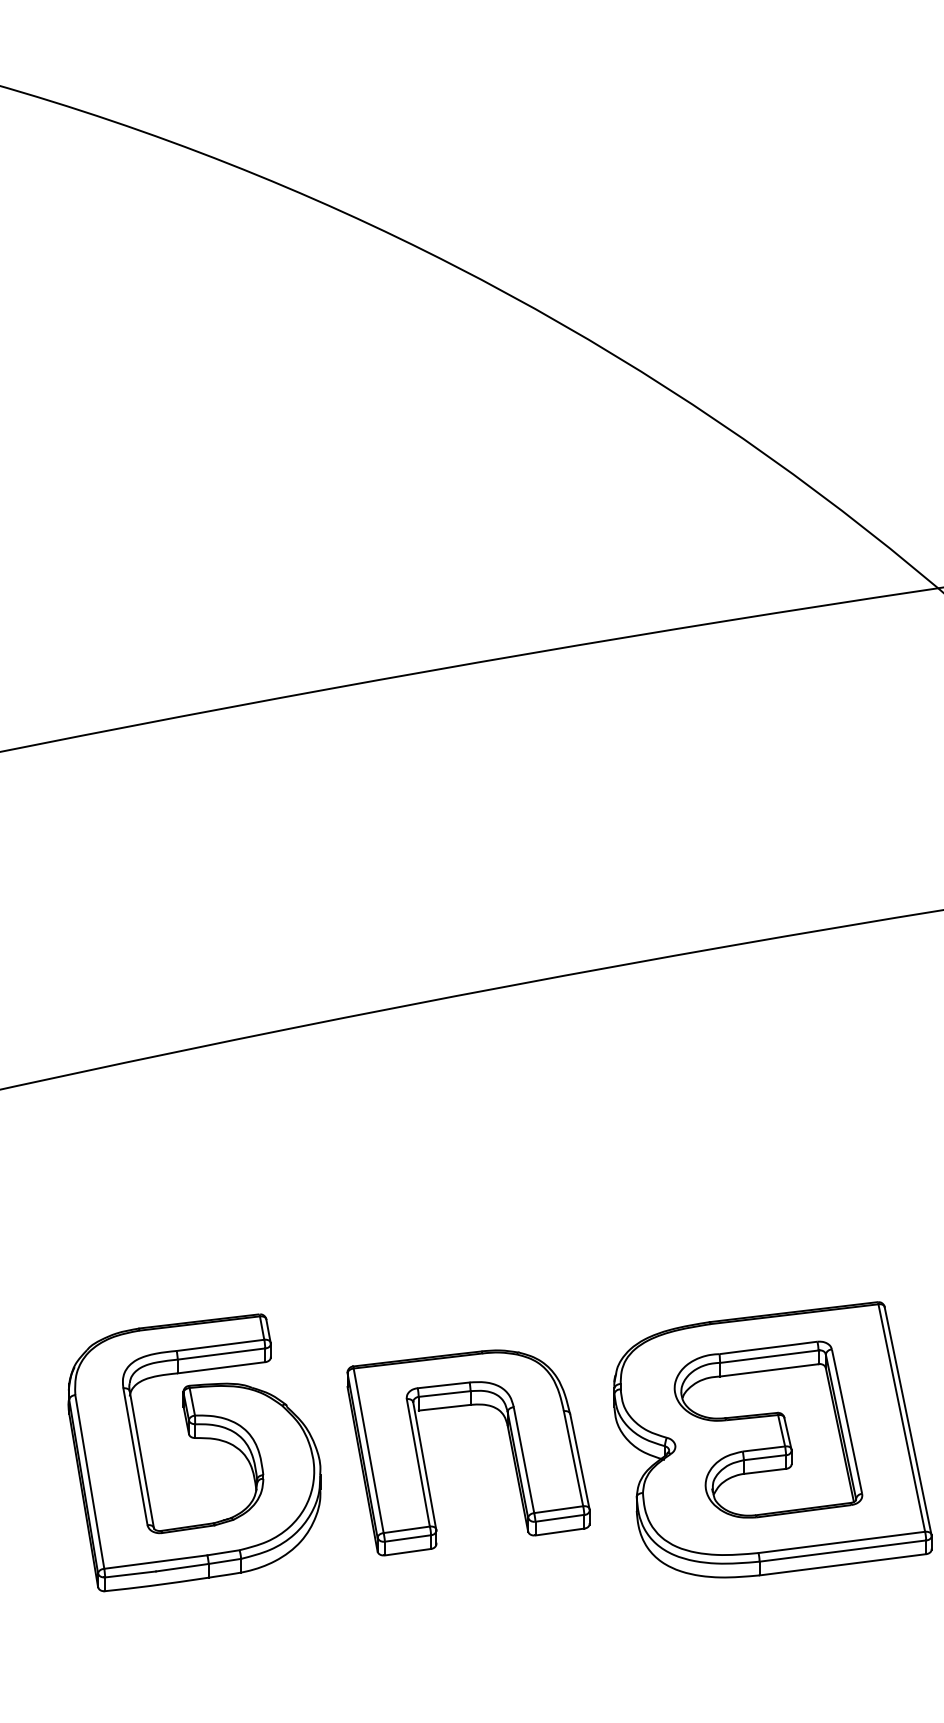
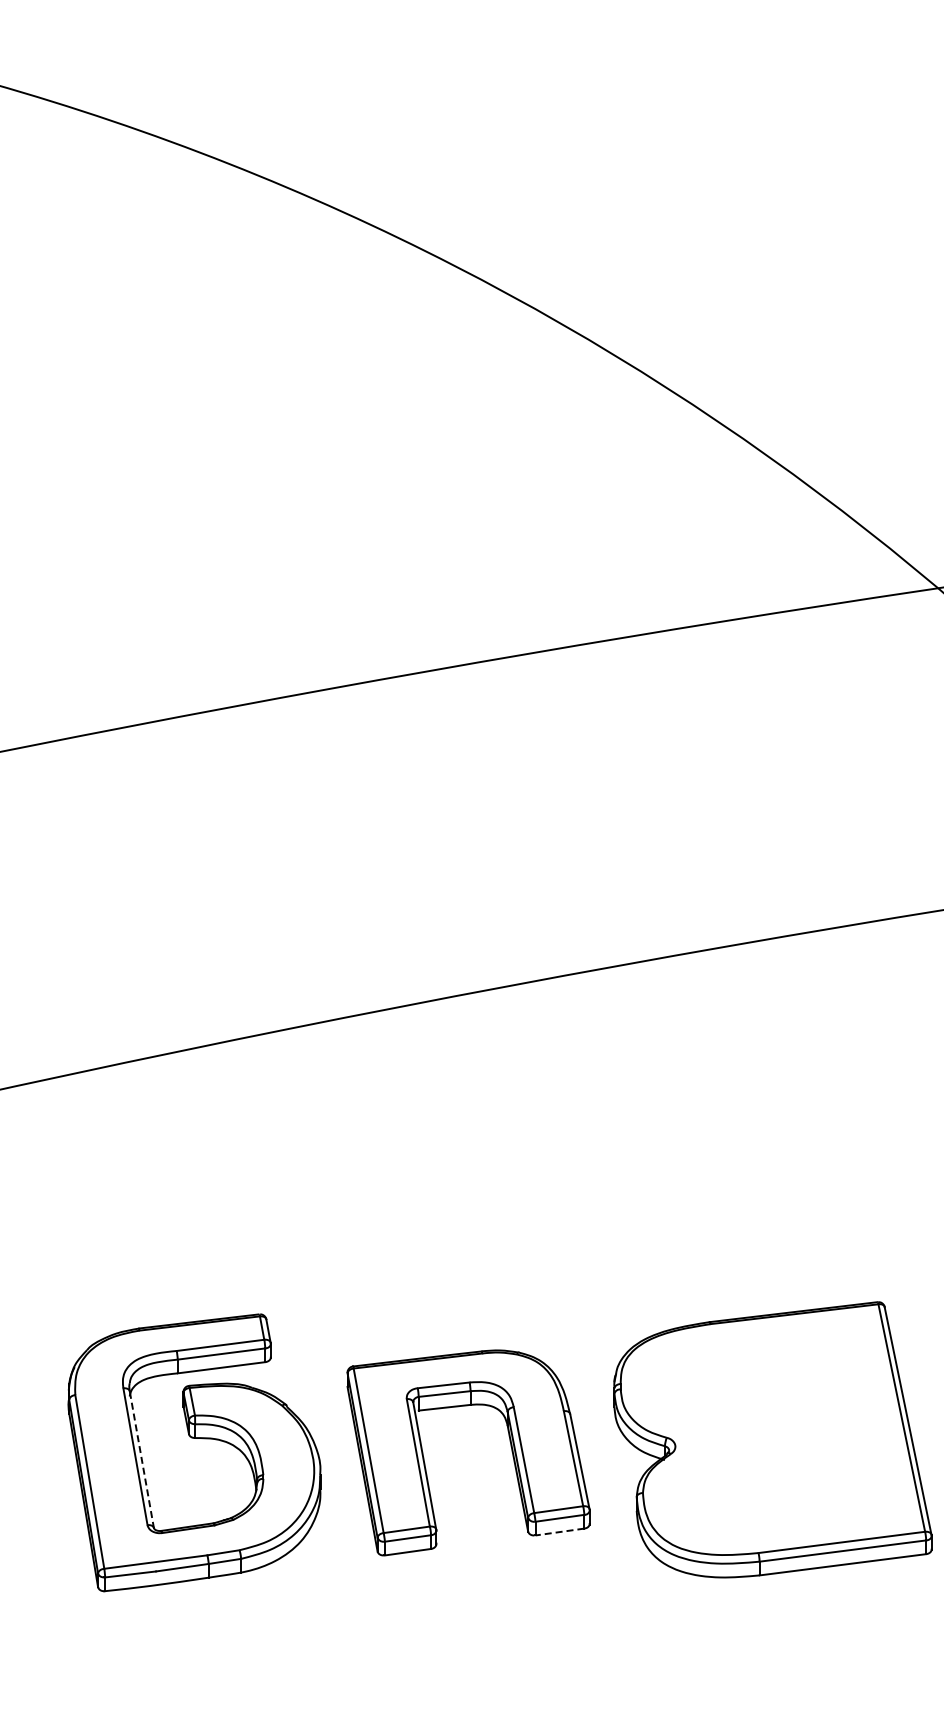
part at (779, 1426): present -> none
line at (142, 1460): solid -> dashed
line at (559, 1532): solid -> dashed
